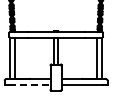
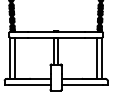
line at (29, 85): dashed -> solid
